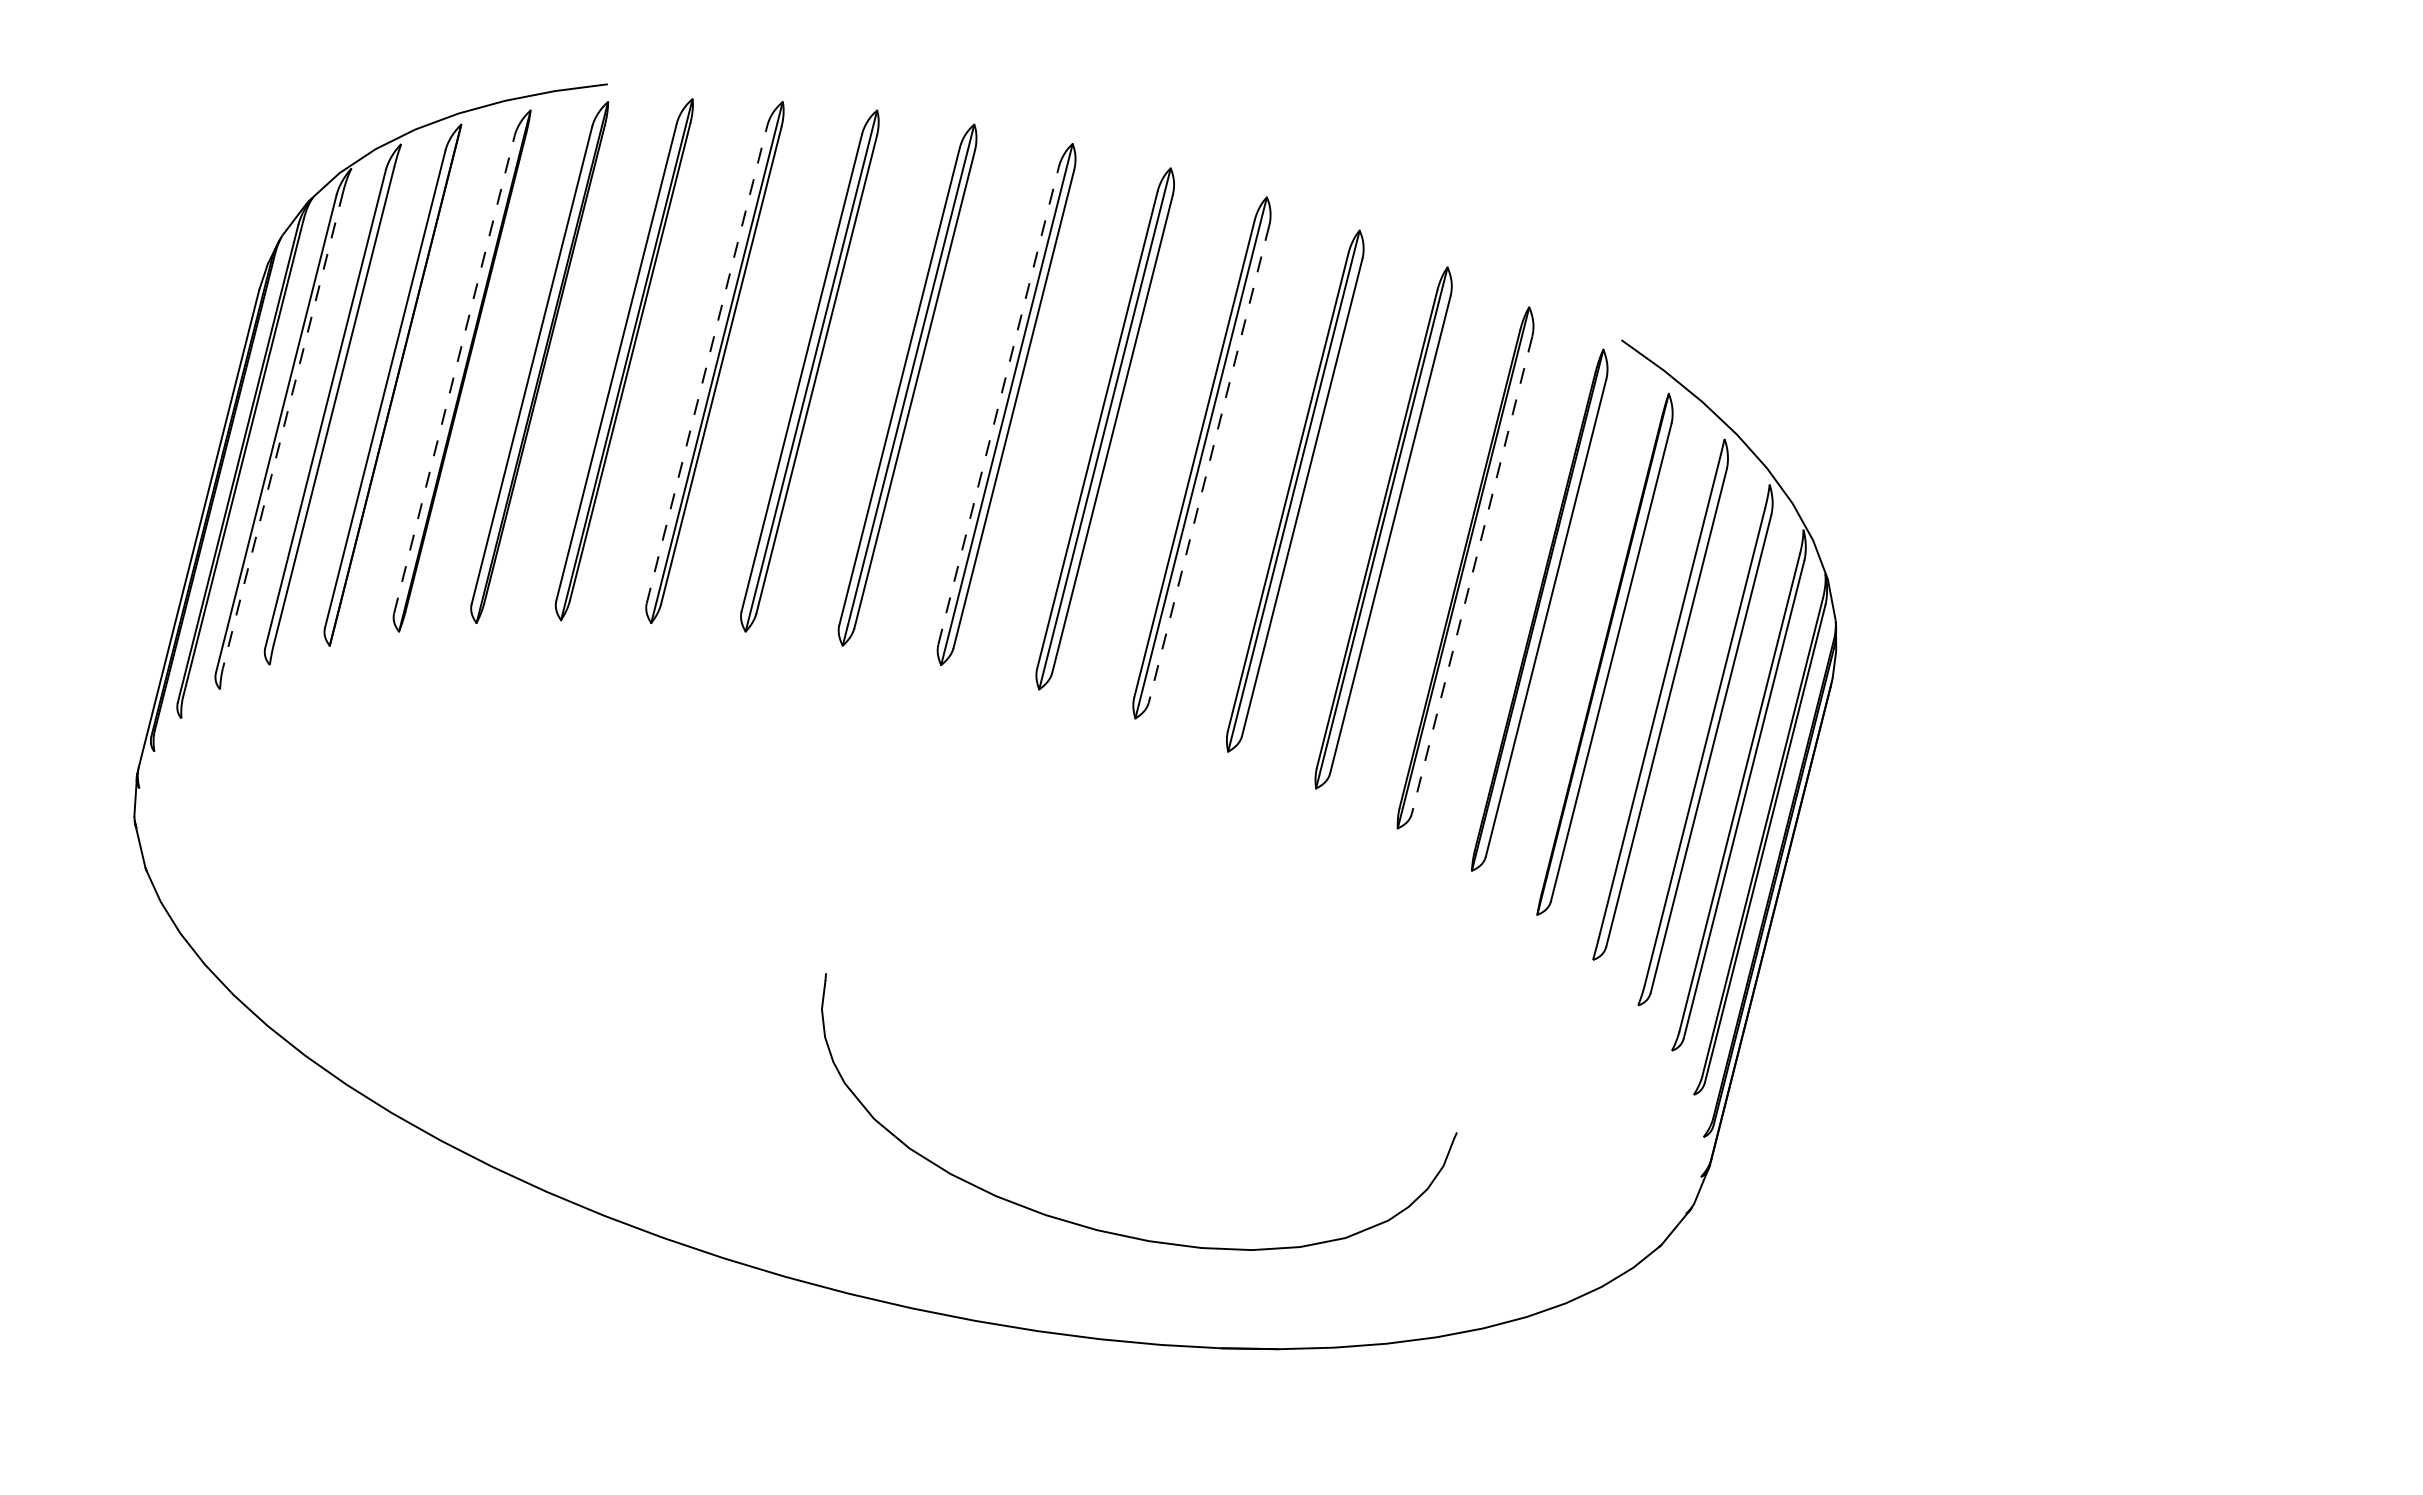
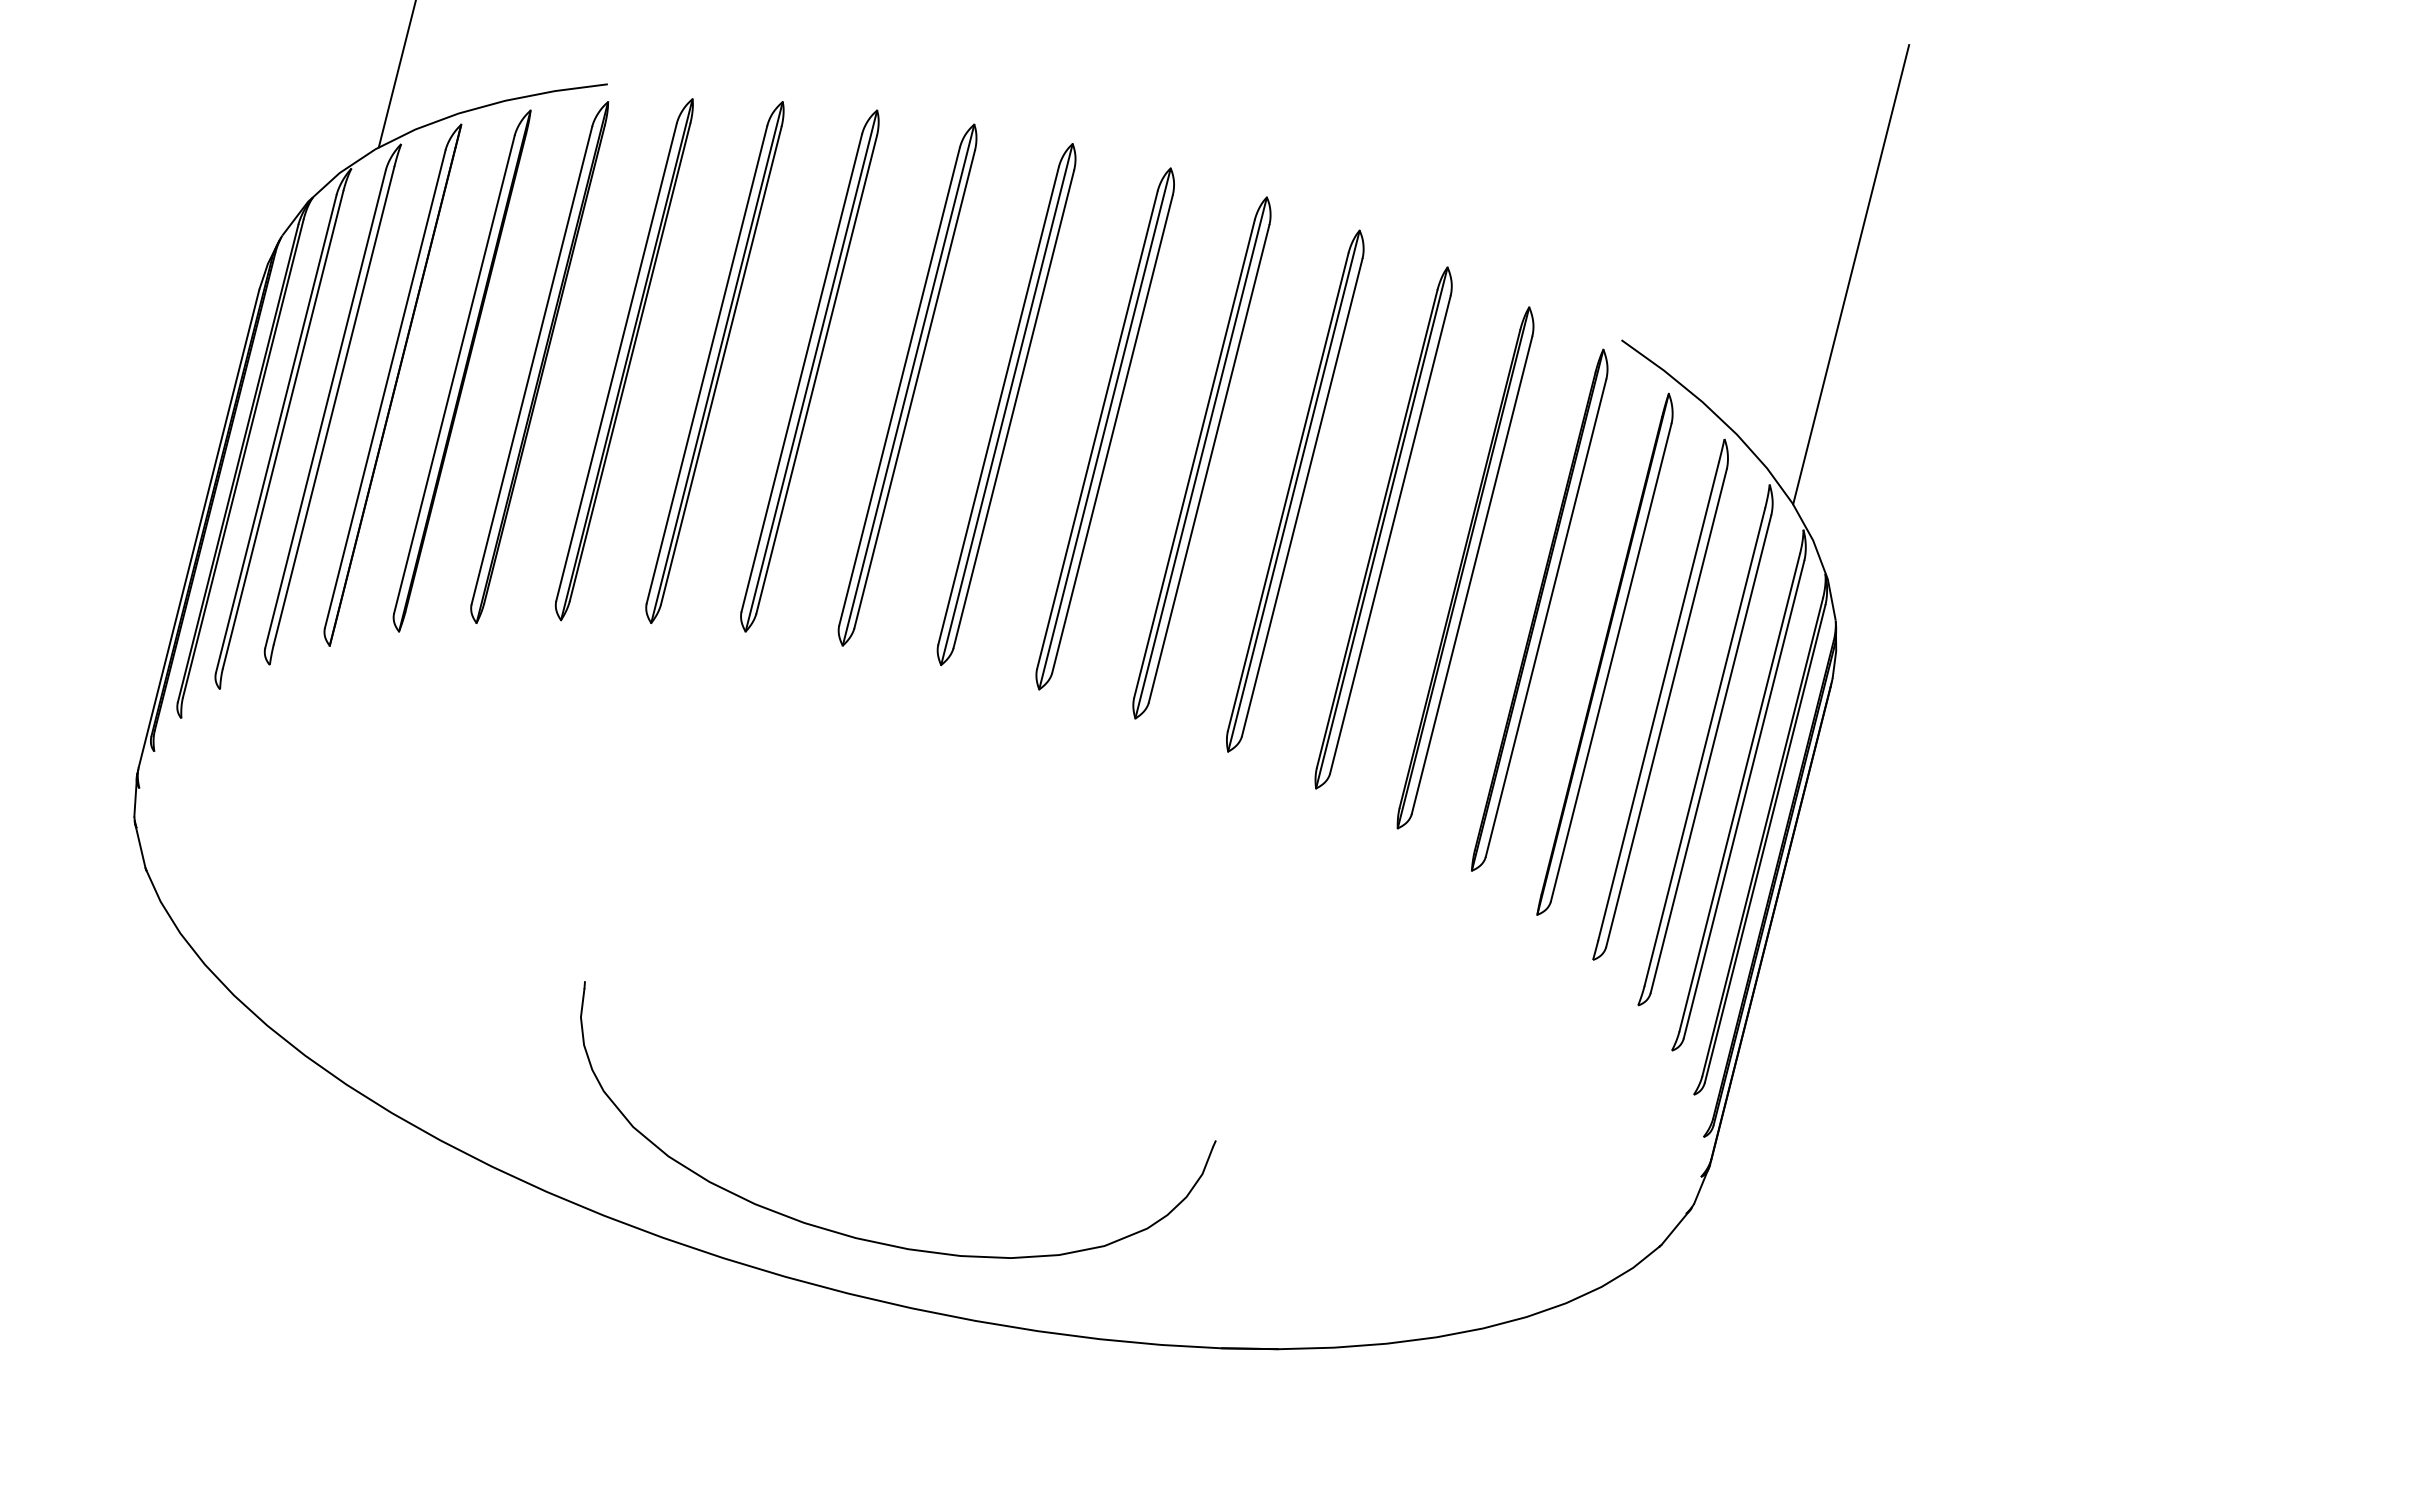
line at (396, 74): none -> present
line at (1851, 274): none -> present
line at (707, 364): dashed -> solid
line at (454, 374): dashed -> solid
line at (998, 405): dashed -> solid
line at (283, 430): dashed -> solid
line at (1209, 464): dashed -> solid
line at (1471, 575): dashed -> solid
part at (1114, 1232) position: (1114, 1232) -> (873, 1240)
